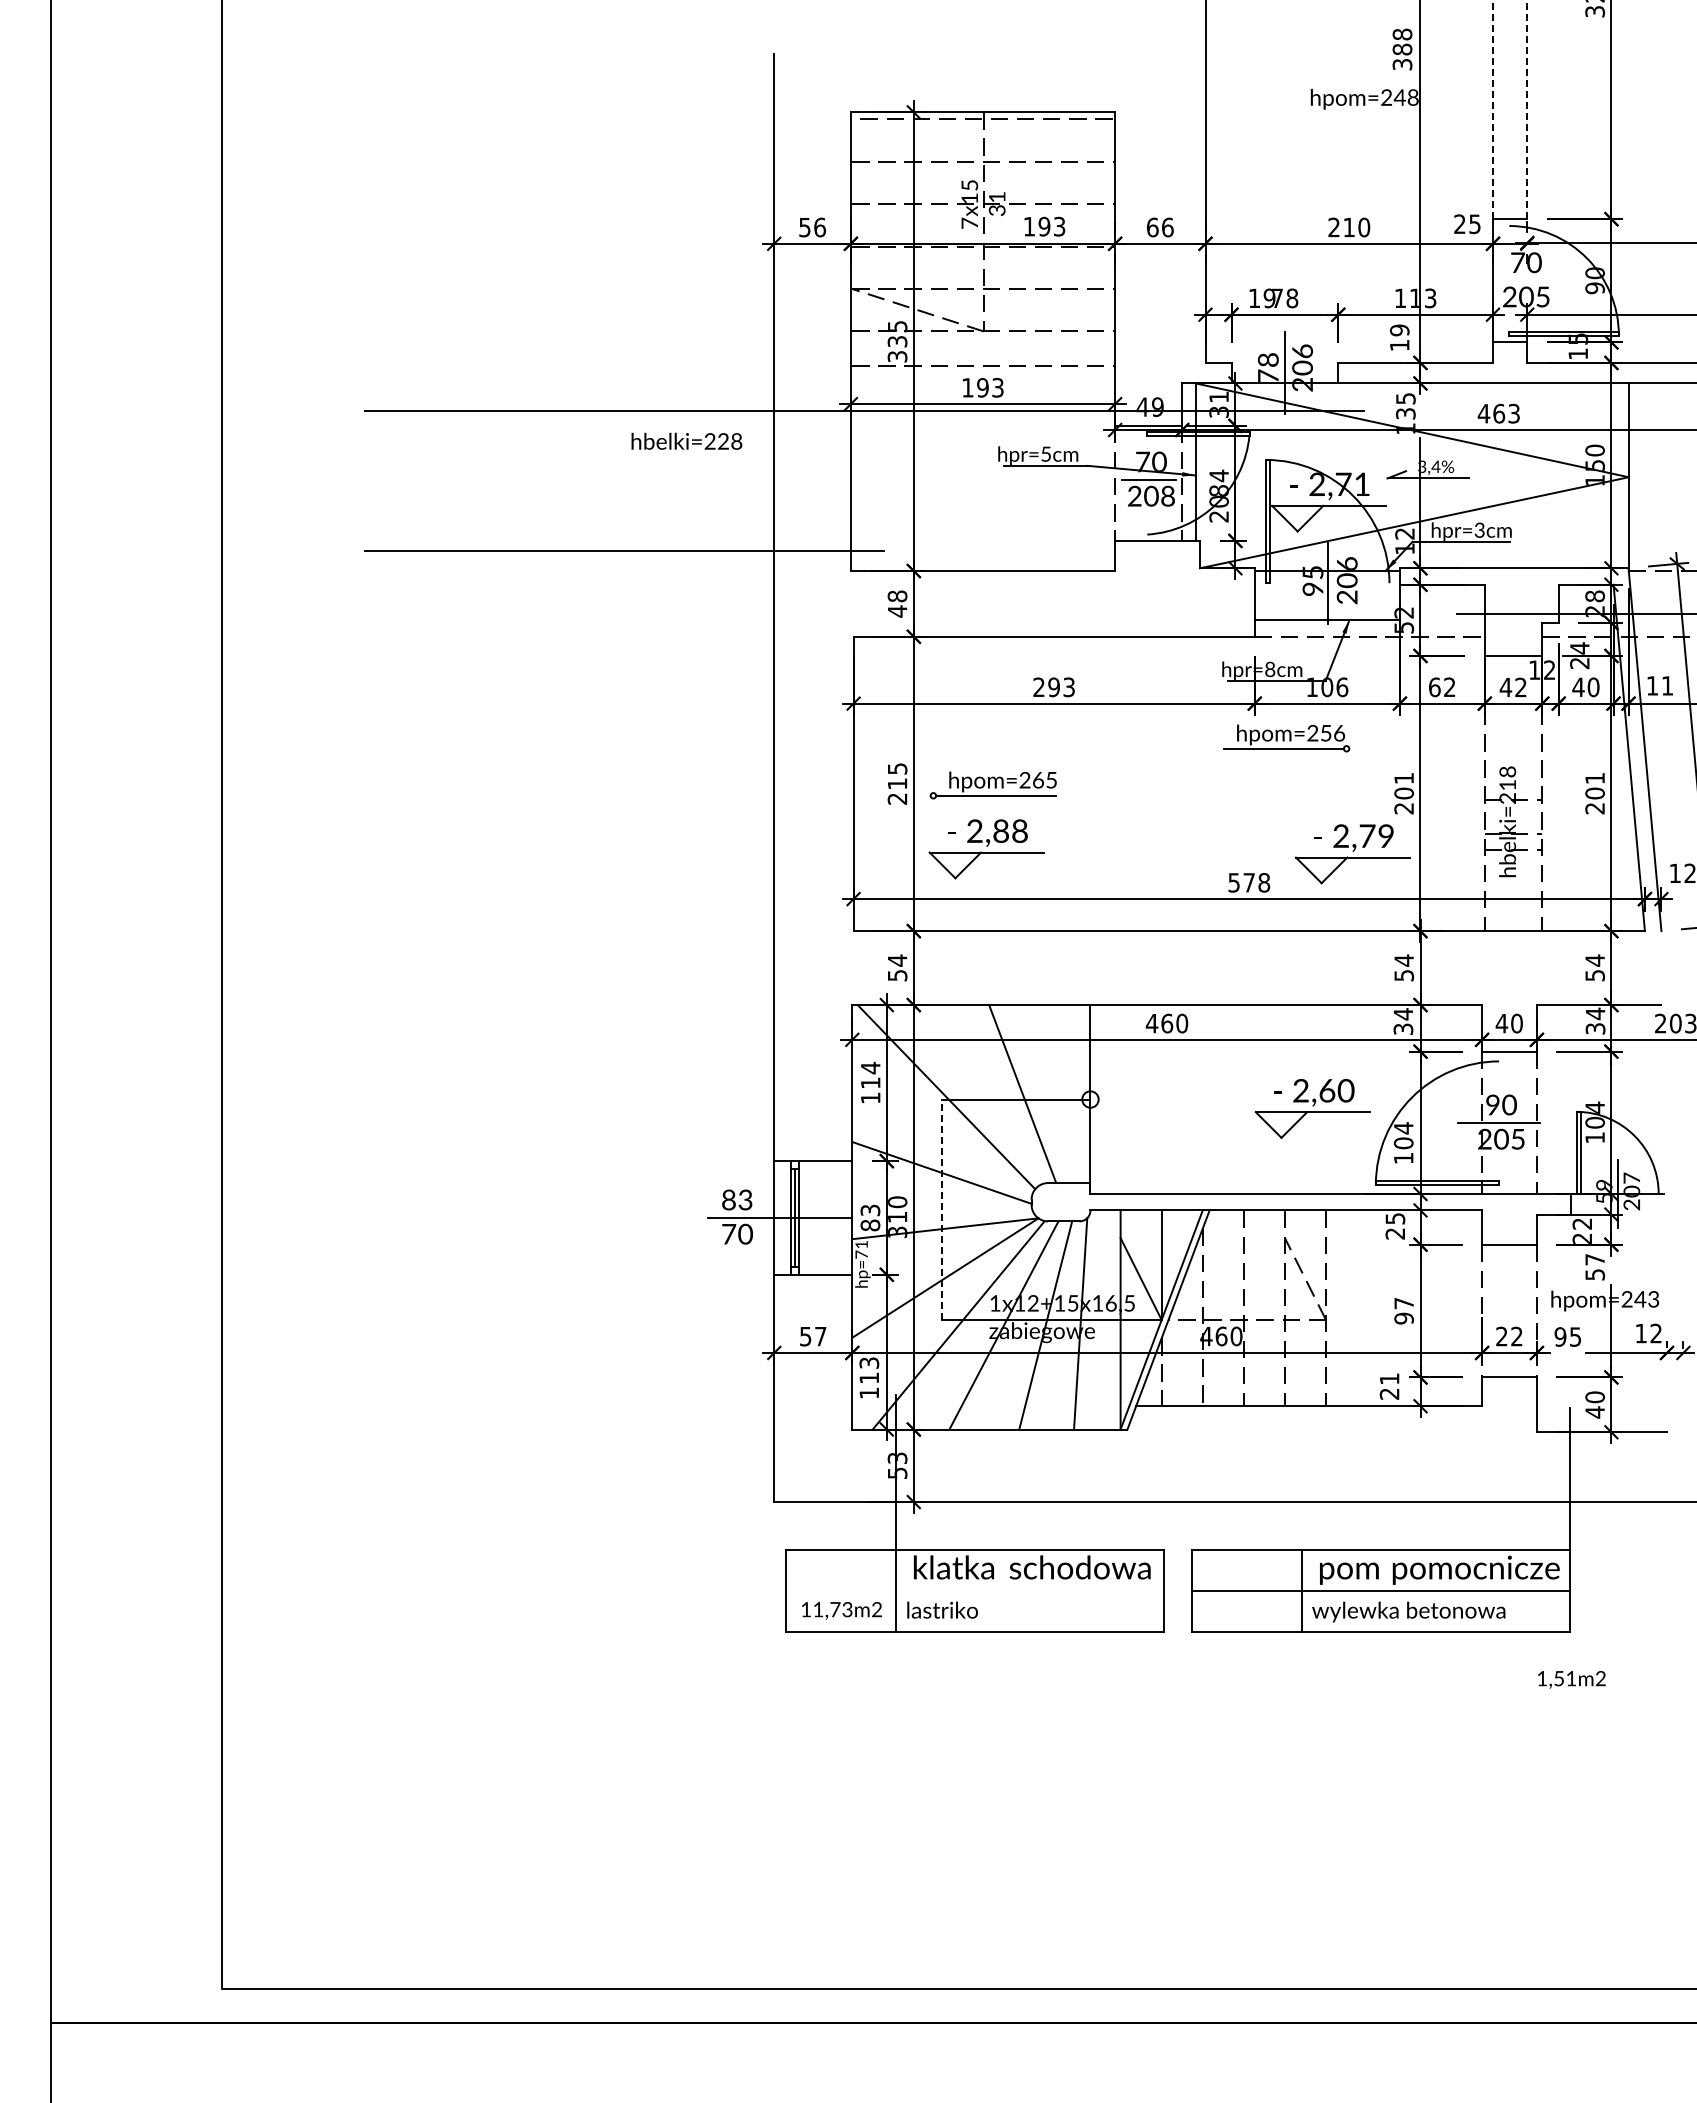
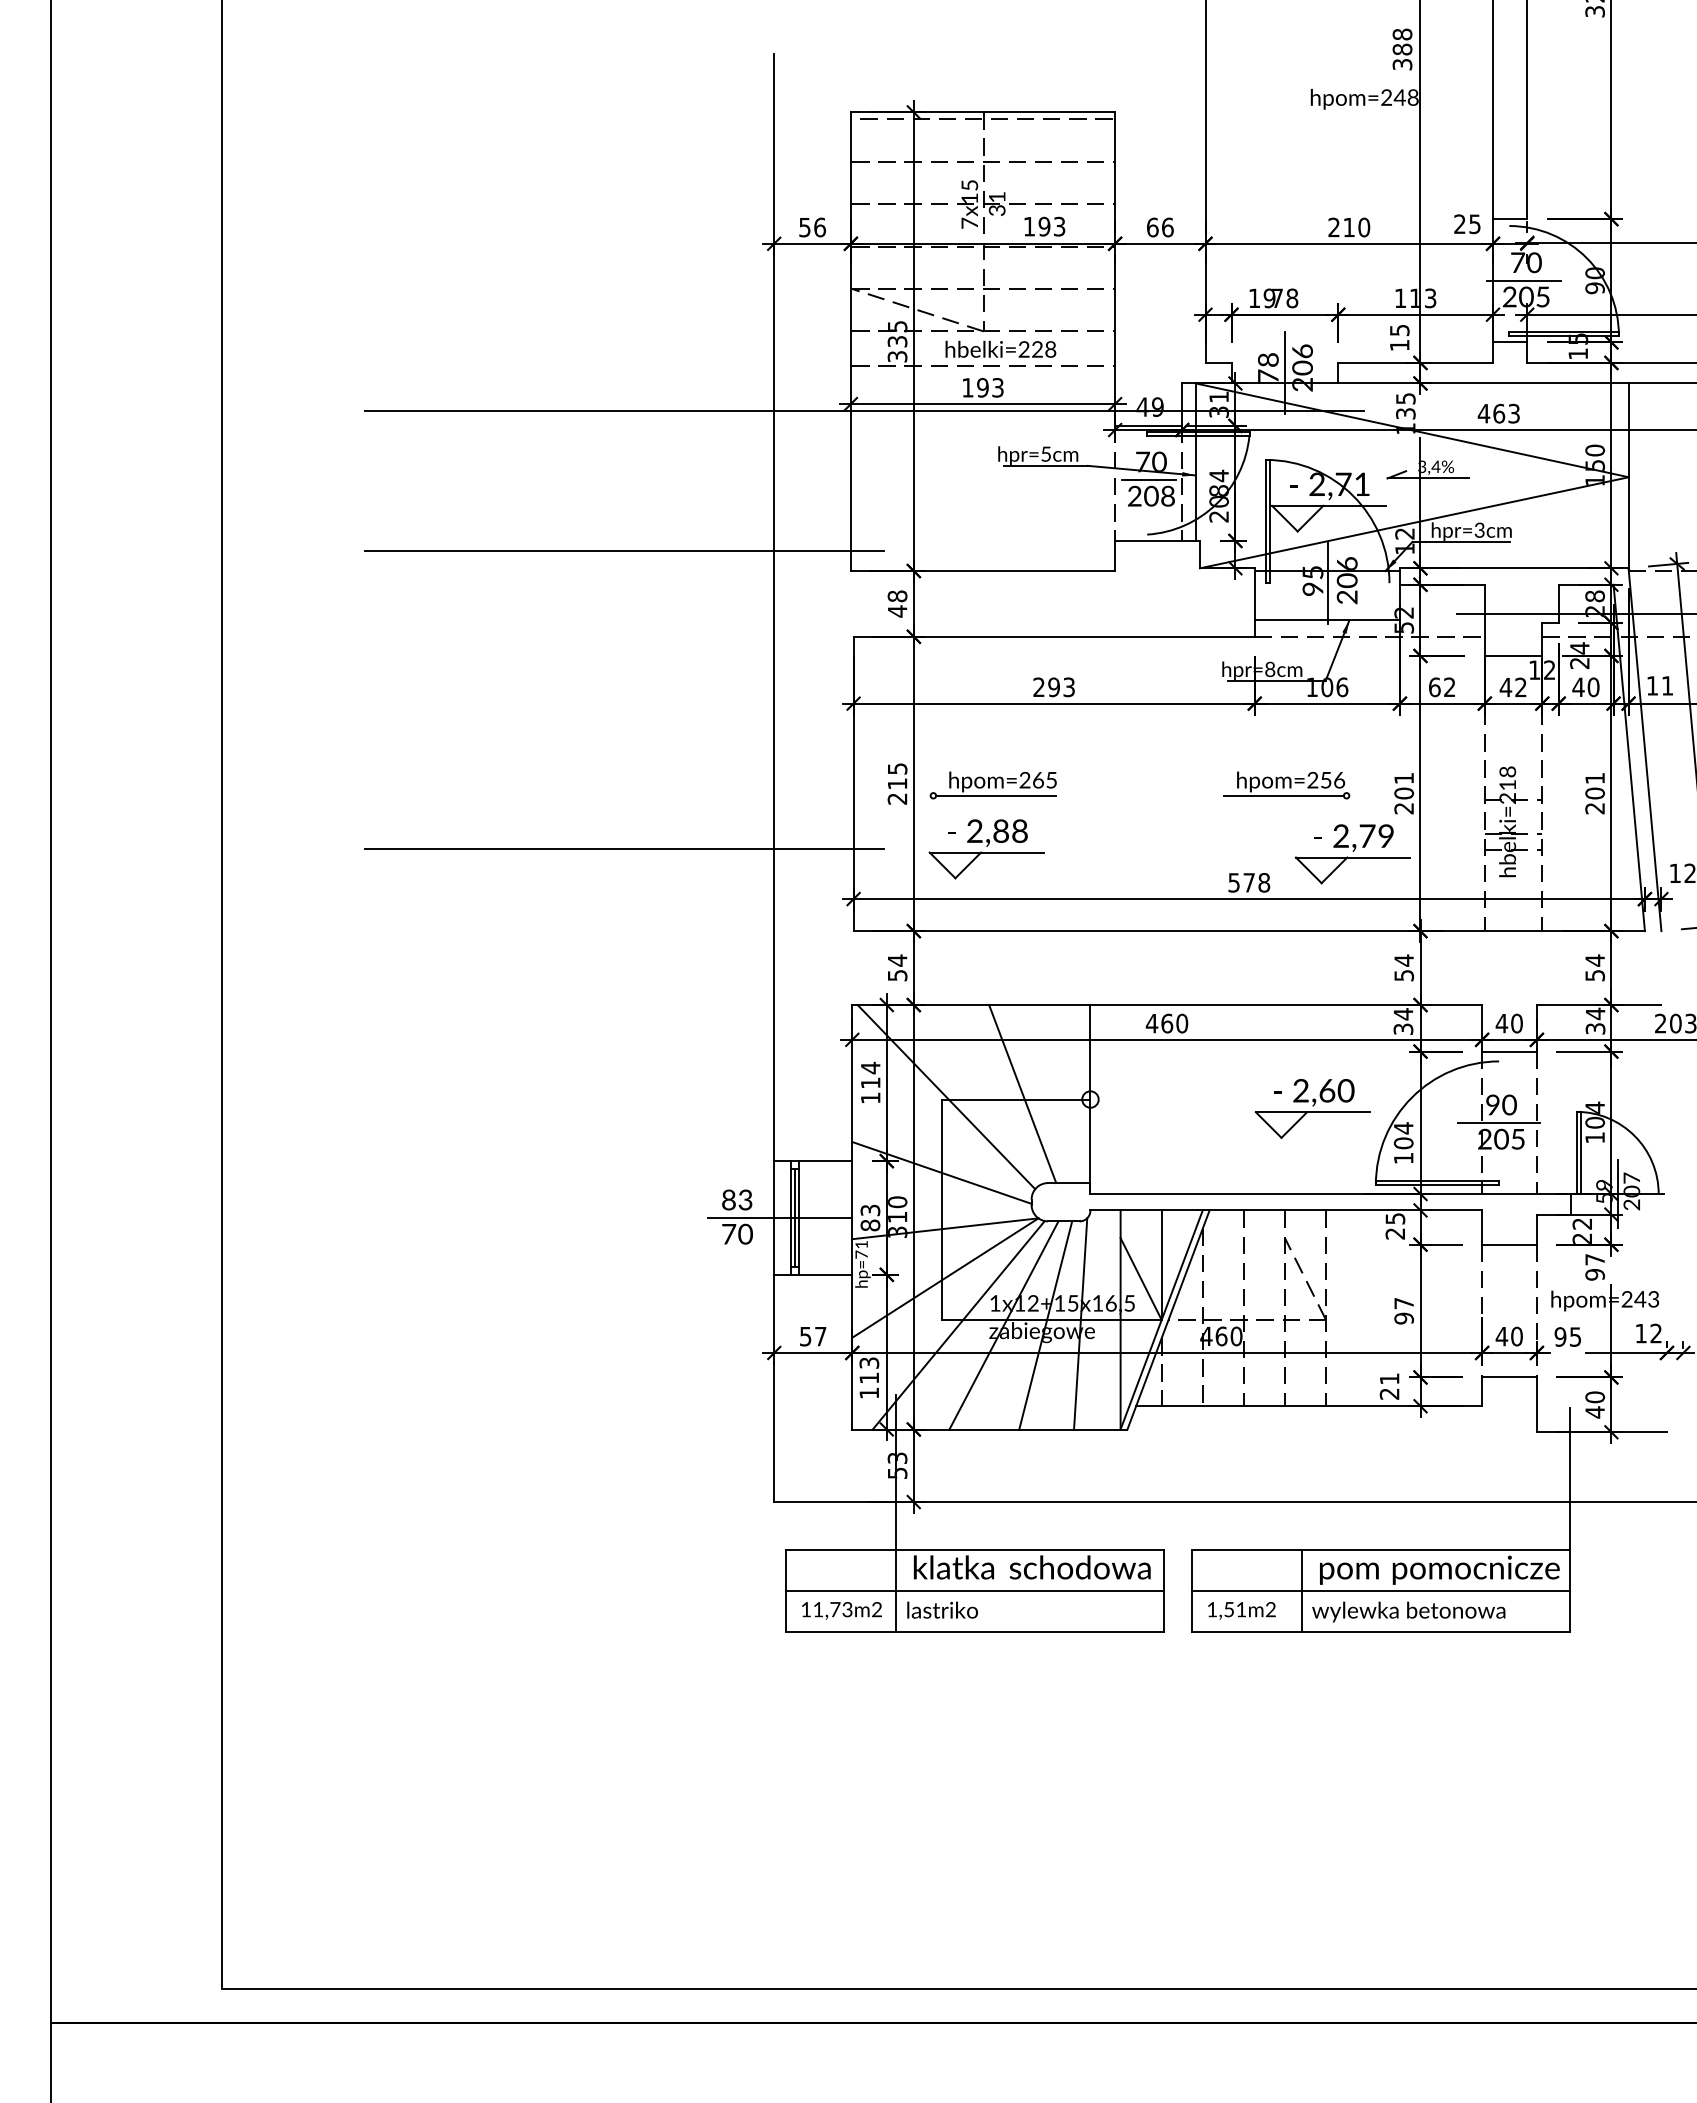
line at (1493, 109): dashed -> solid
line at (1527, 109): dashed -> solid
line at (1523, 280): none -> present
text at (1399, 330): 19 -> 15
text at (686, 440) position: (686, 440) -> (1000, 348)
part at (1286, 738) position: (1286, 738) -> (1286, 785)
line at (624, 848): none -> present
line at (941, 1209): dashed -> solid
text at (1594, 1274): 57 -> 97
text at (1508, 1336): 22 -> 40
line at (974, 1590): none -> present
text at (1571, 1679) position: (1571, 1679) -> (1241, 1610)
